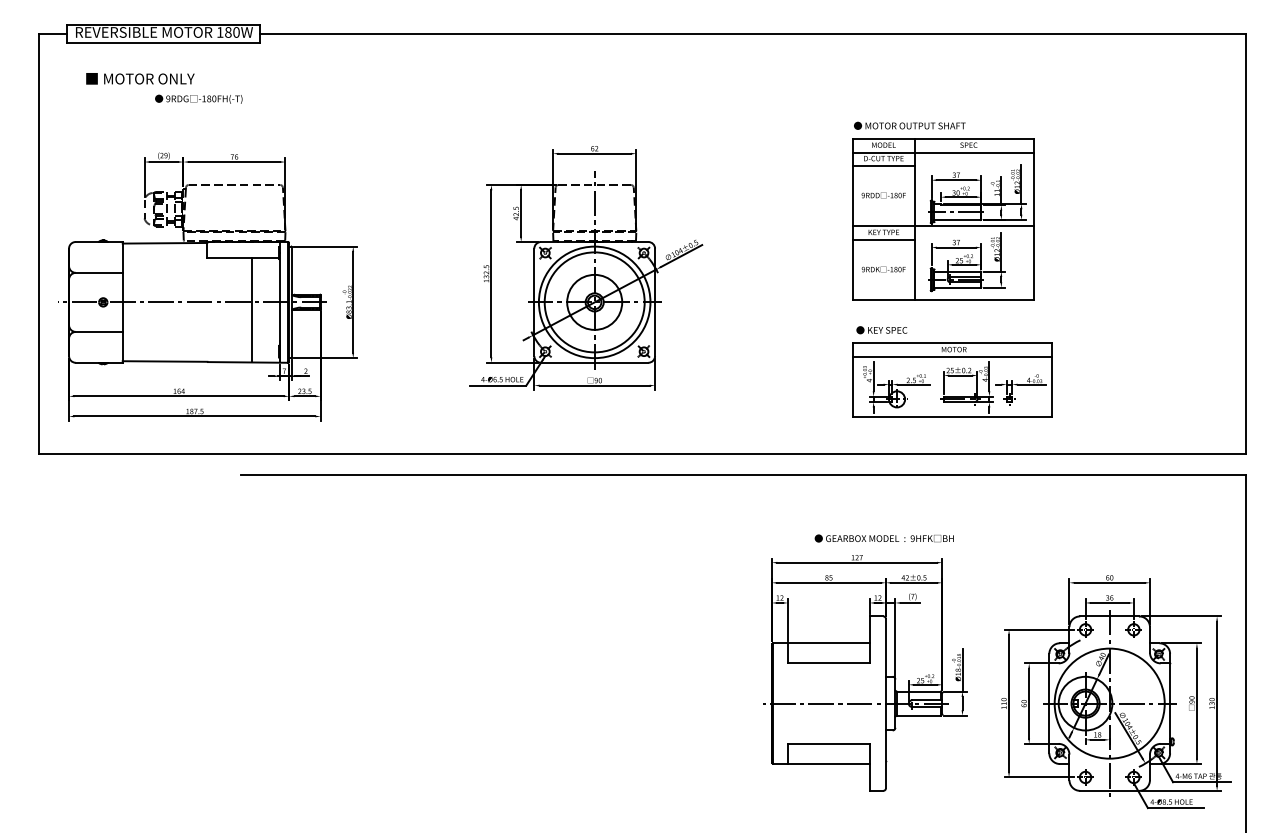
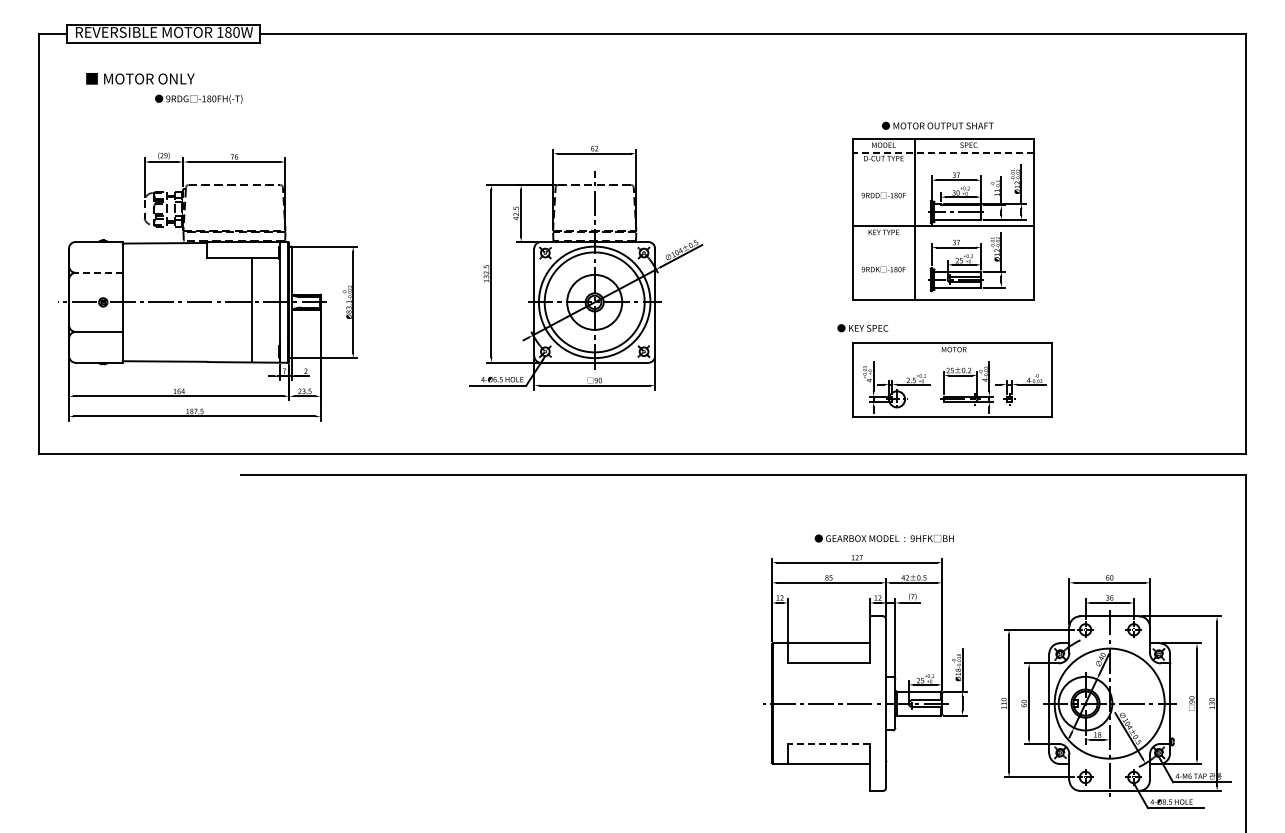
text at (909, 125) position: (909, 125) -> (937, 125)
line at (943, 152): solid -> dashed
line at (883, 165): present -> none
line at (883, 239): present -> none
line at (98, 272): solid -> dashed
text at (881, 330) position: (881, 330) -> (862, 328)
line at (951, 356): present -> none
line at (828, 743): solid -> dashed
